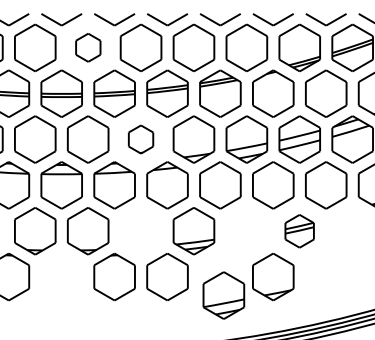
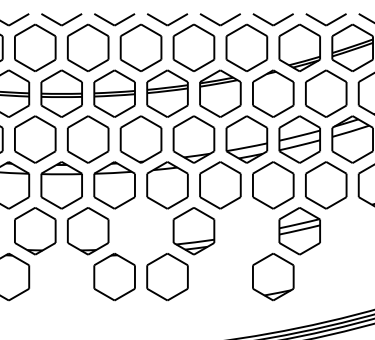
part at (88, 47) size: 27x30 px -> 43x49 px
part at (141, 139) size: 27x31 px -> 44x49 px
part at (299, 231) size: 31x35 px -> 43x49 px
part at (223, 295): present -> none
